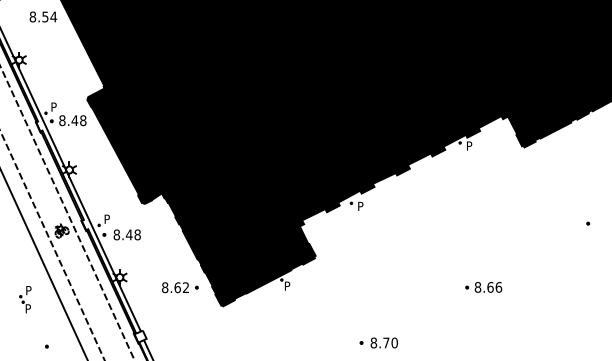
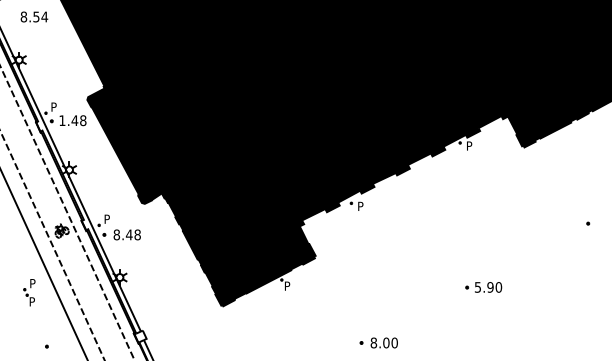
text at (43, 16) position: (43, 16) -> (34, 16)
text at (62, 120): 8.48 -> 1.48
part at (180, 287): present -> none
text at (488, 287): 8.66 -> 5.90
part at (25, 299) position: (25, 299) -> (29, 292)
text at (386, 342): 8.70 -> 8.00
